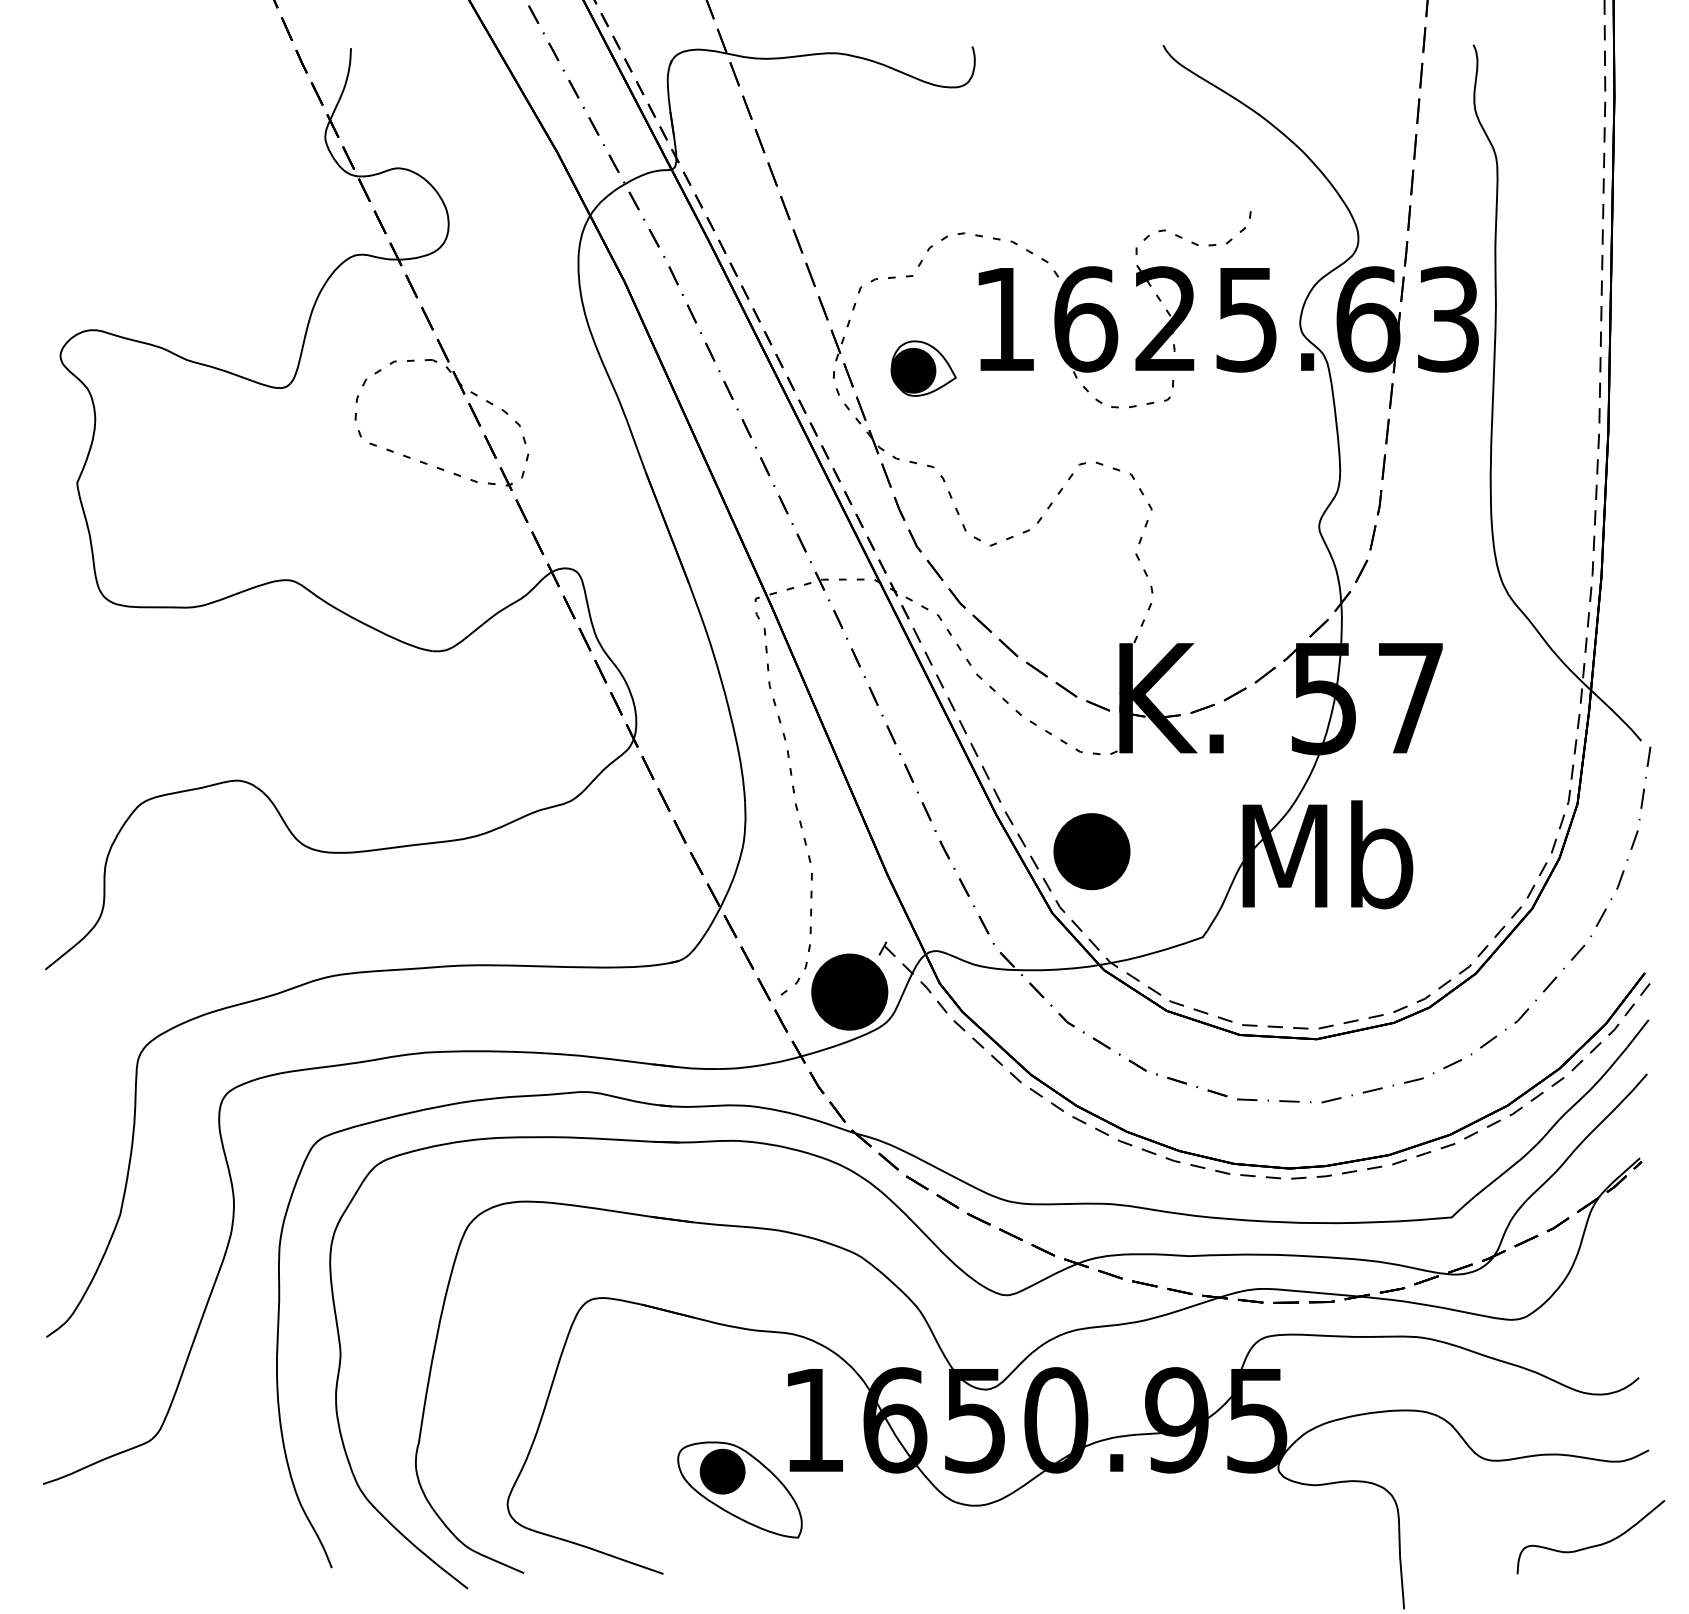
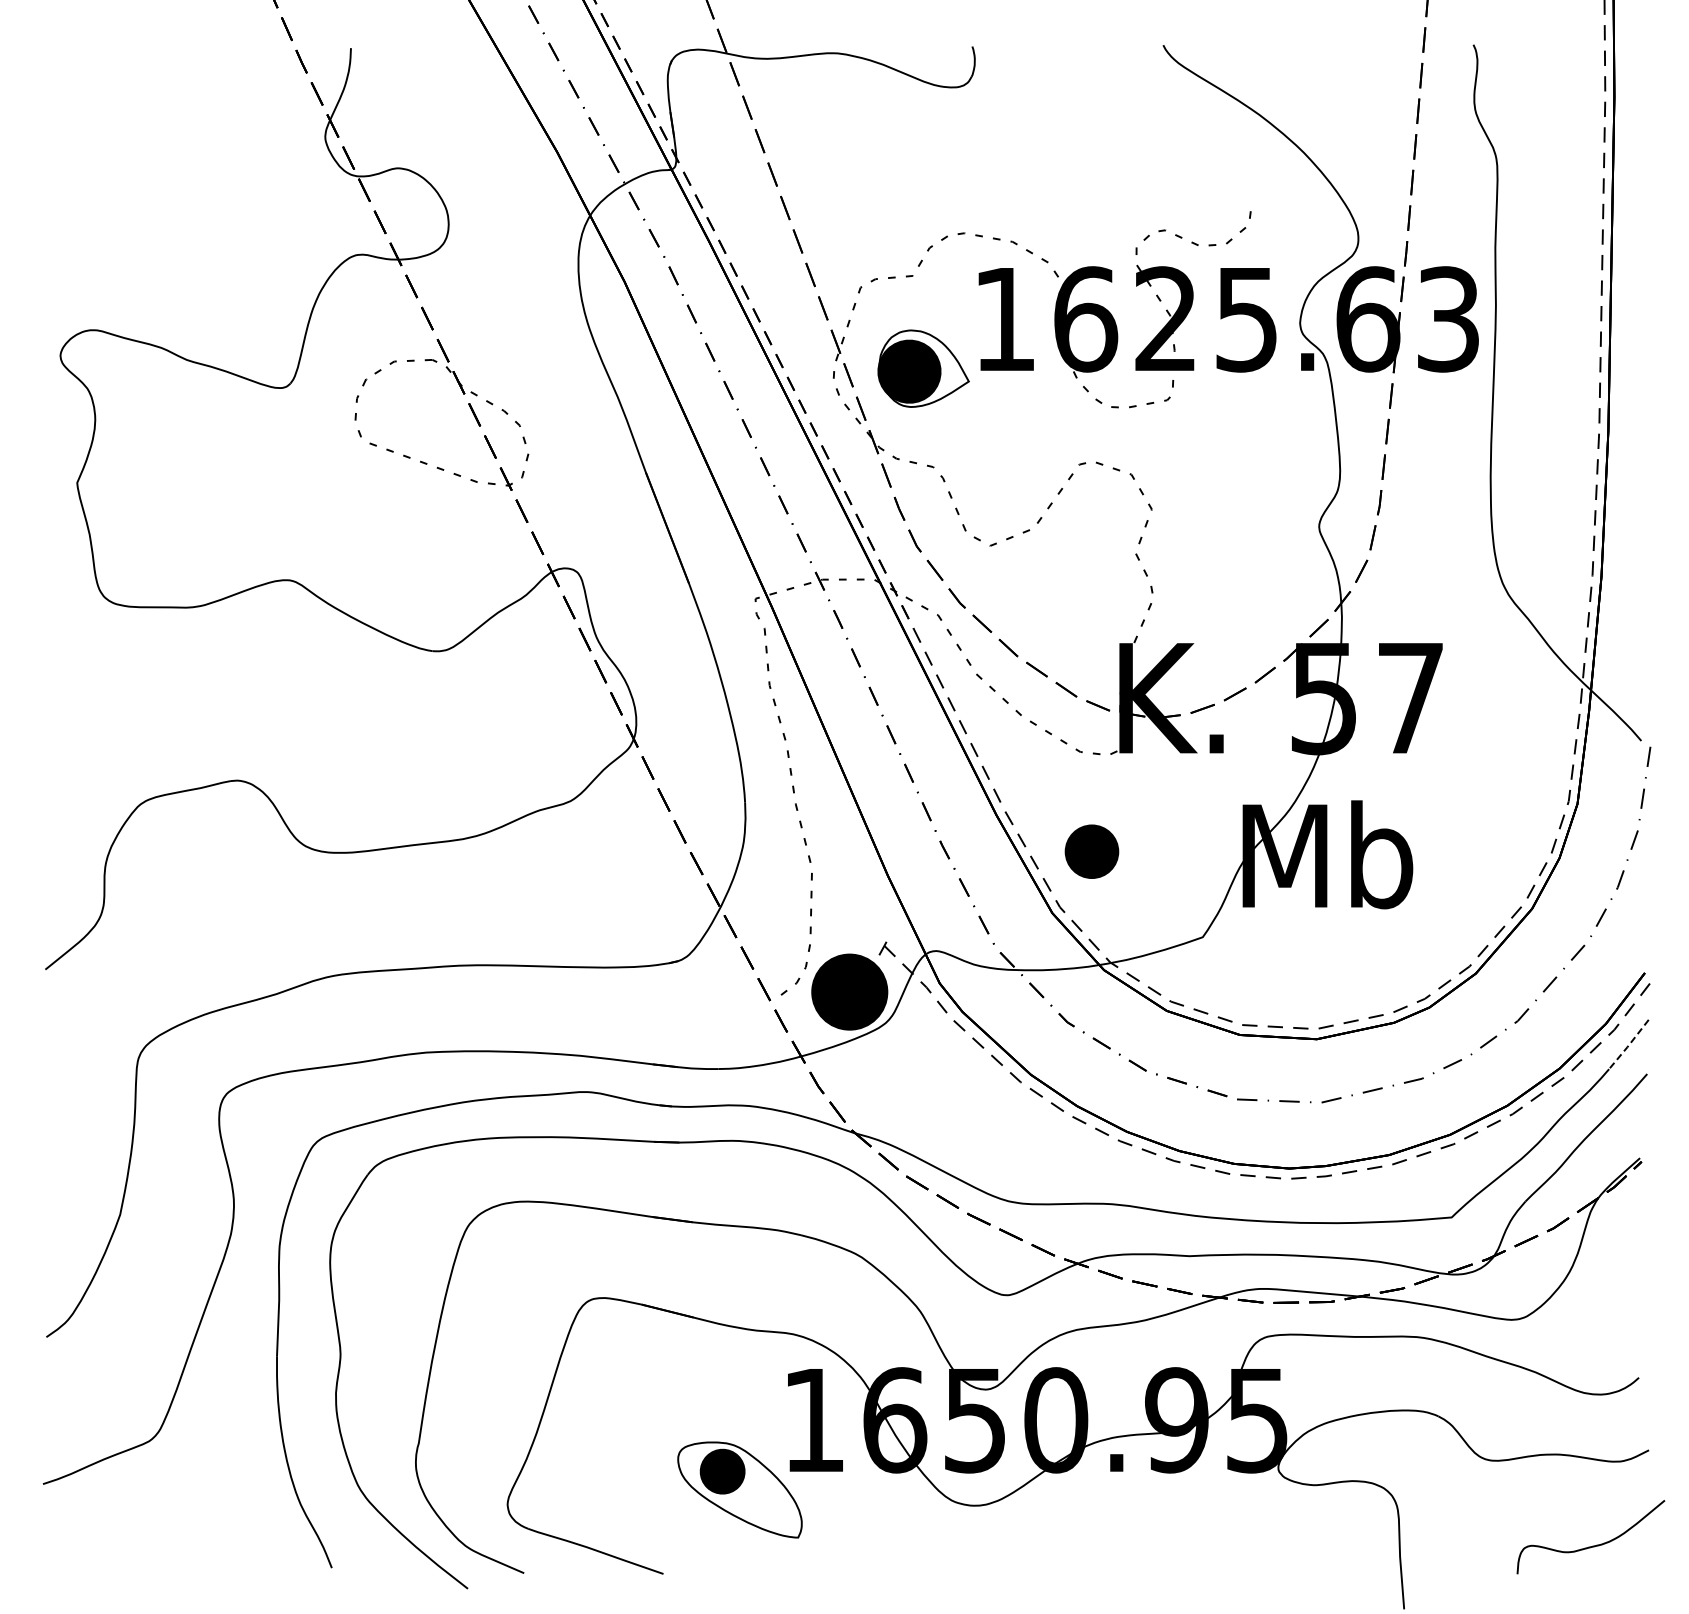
part at (923, 368) size: 67x57 px -> 93x79 px
part at (1091, 851) size: 78x78 px -> 56x55 px
line at (1628, 1045): solid -> dashed
